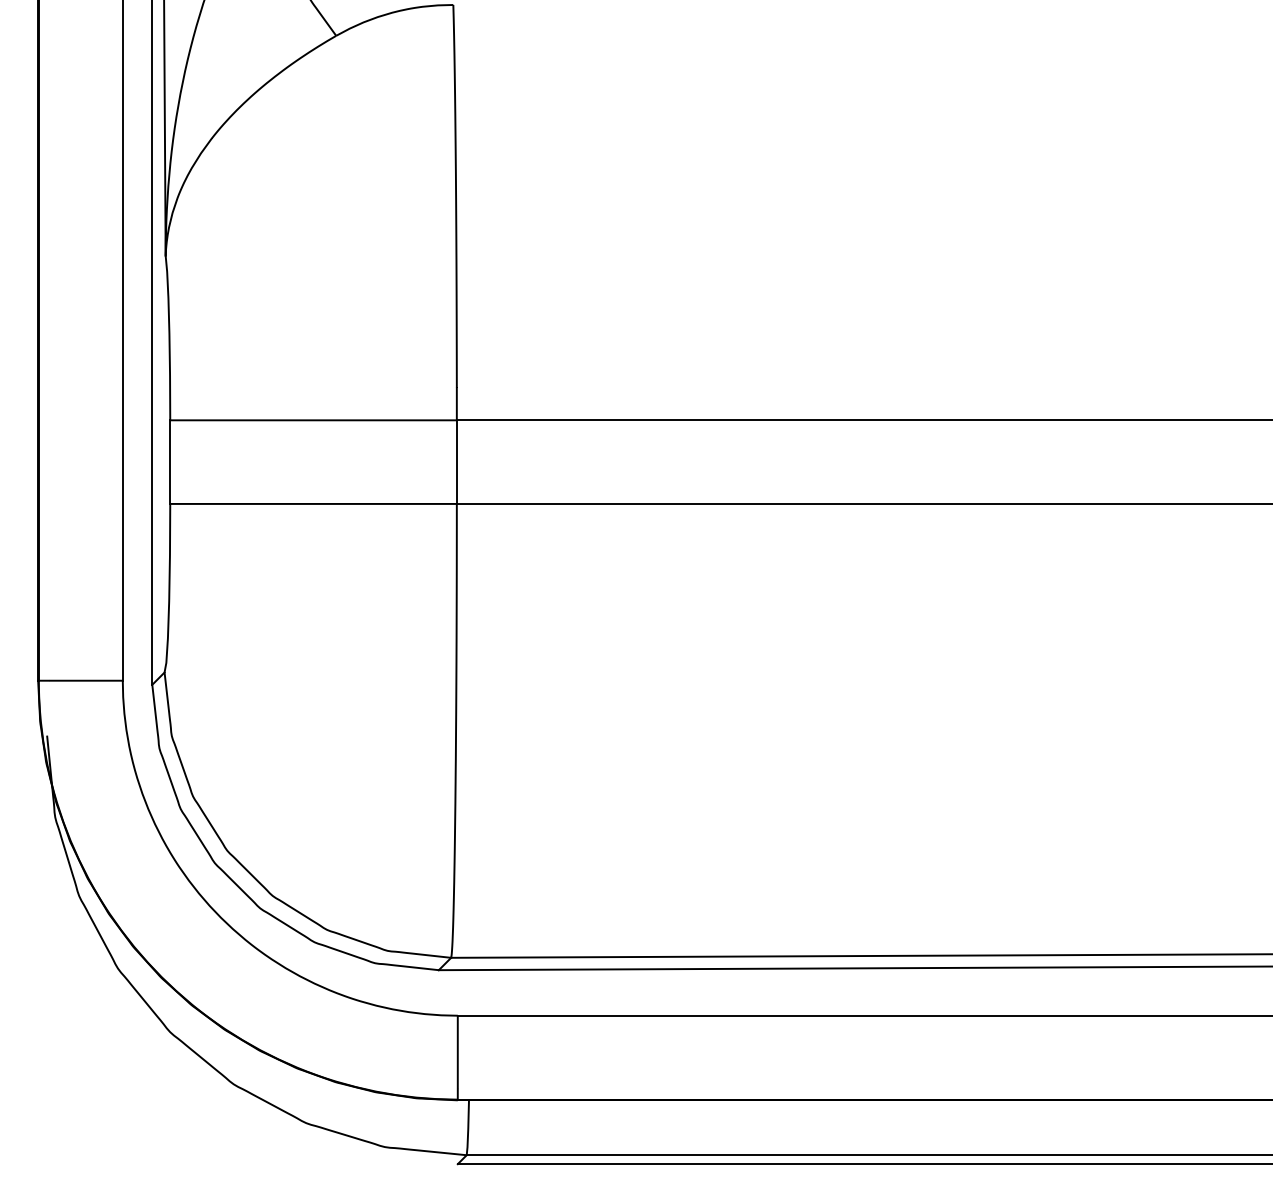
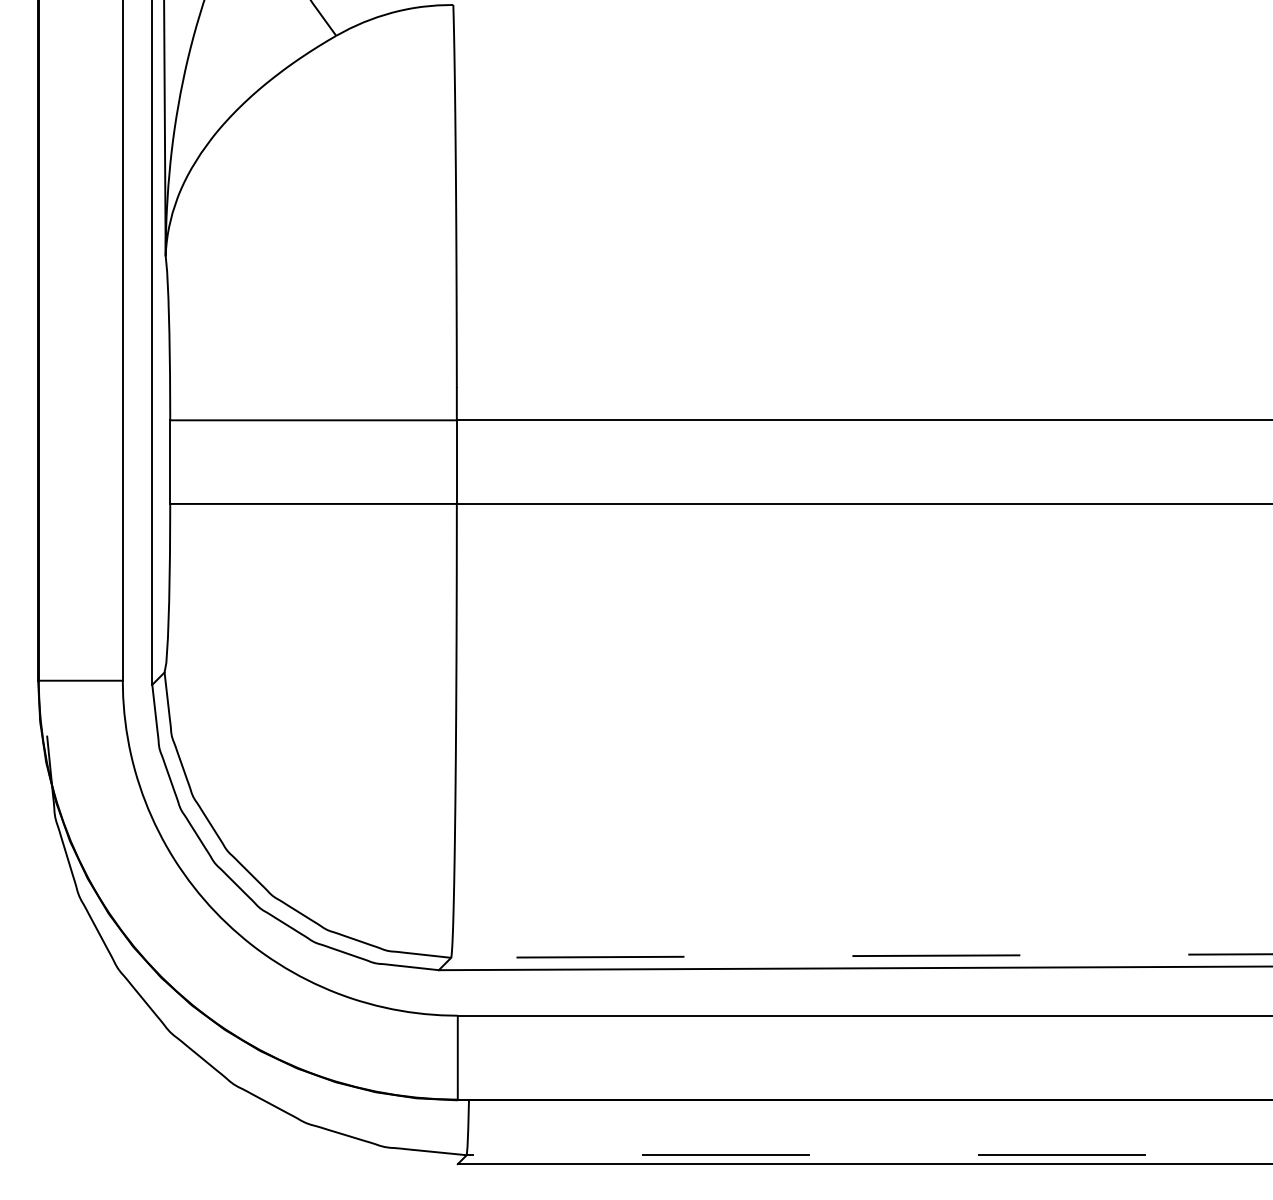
line at (861, 956): solid -> dashed
line at (868, 1155): solid -> dashed
